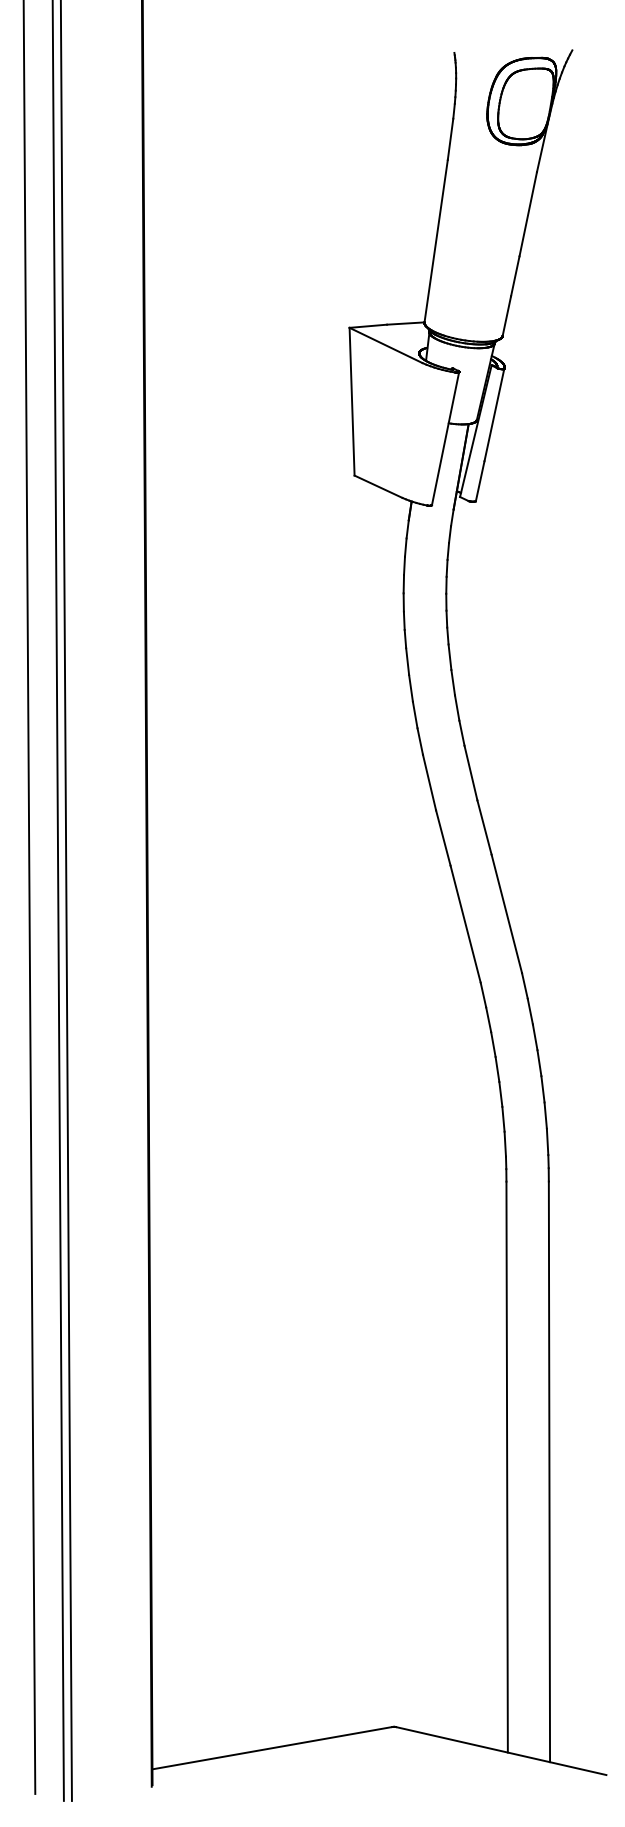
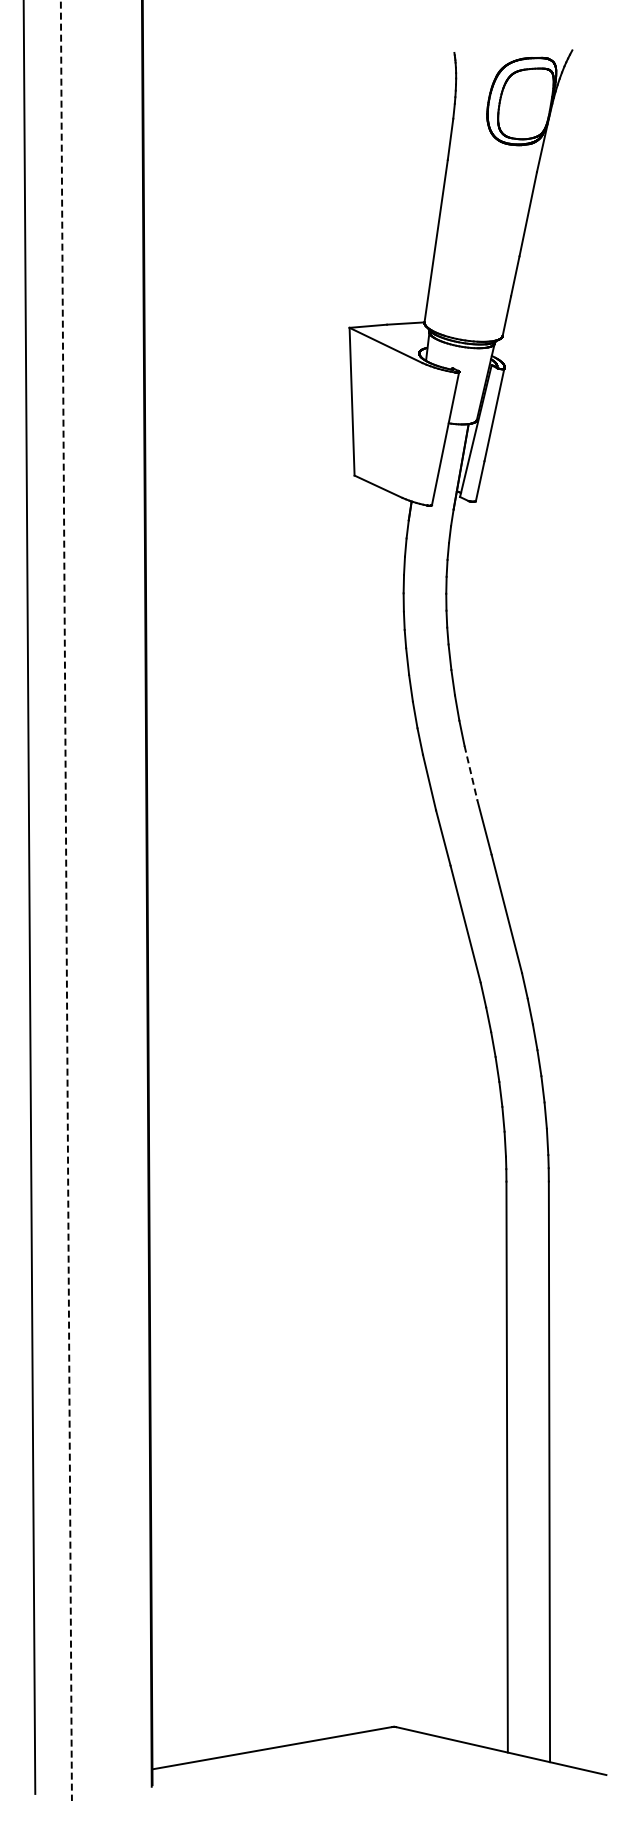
line at (471, 773): solid -> dashed
line at (57, 901): present -> none
line at (66, 901): solid -> dashed
